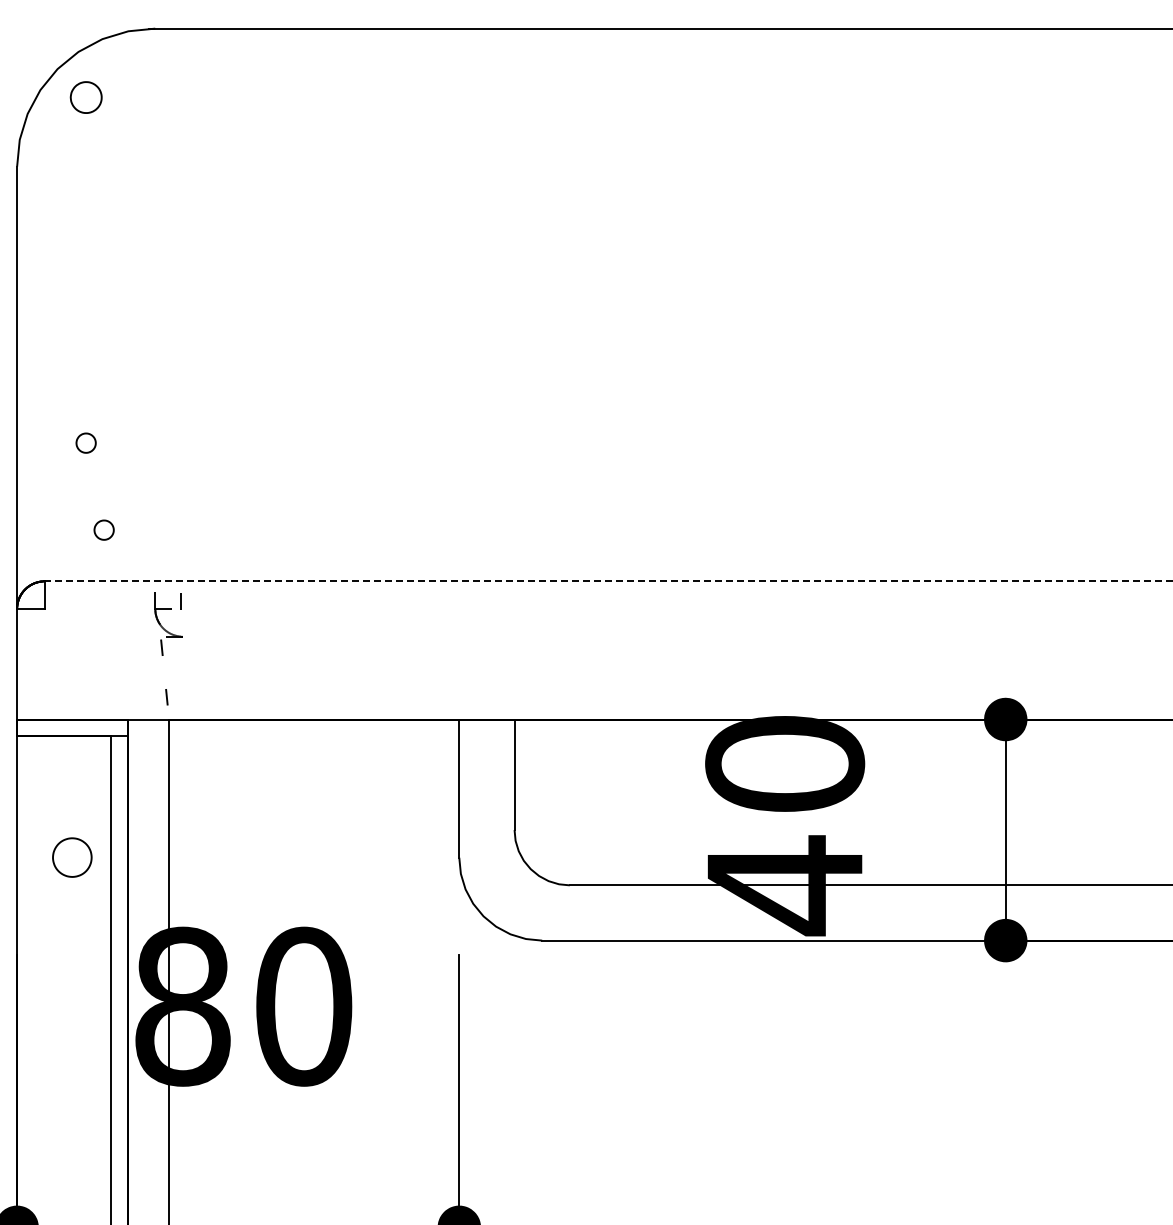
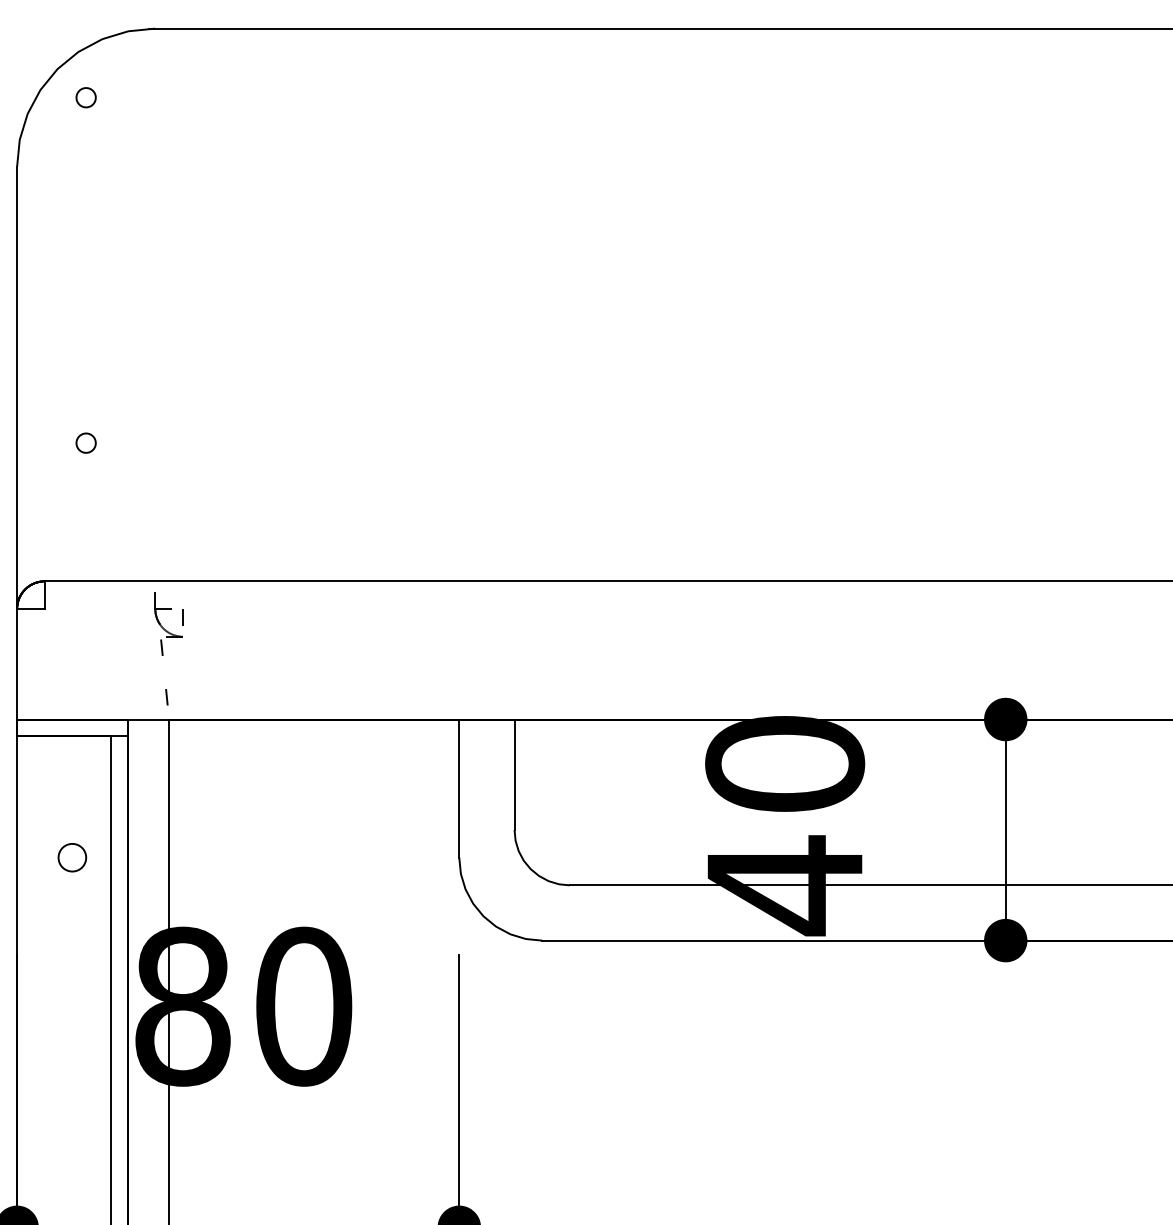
part at (85, 97) size: 34x33 px -> 22x22 px
part at (103, 529): present -> none
line at (608, 581): dashed -> solid
line at (180, 601) position: (180, 601) -> (182, 617)
part at (72, 857) size: 41x41 px -> 31x30 px
